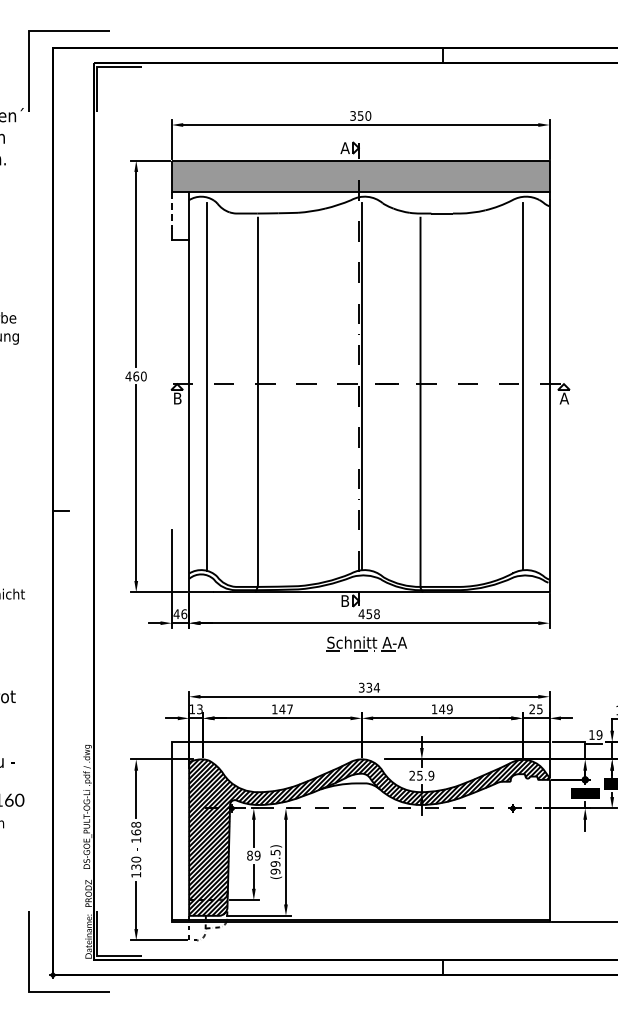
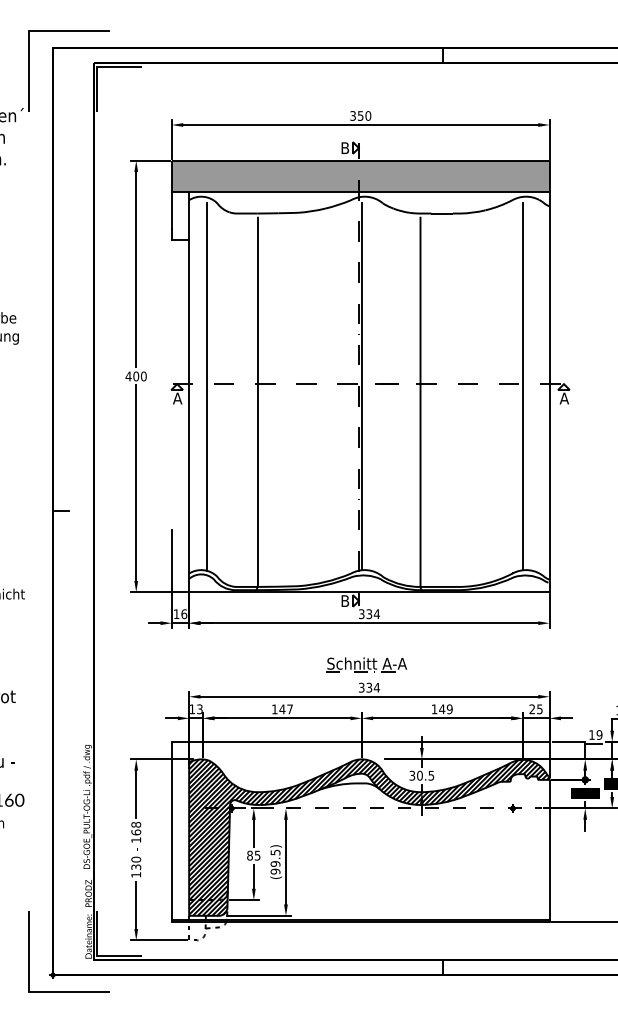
text at (344, 147): A -> B
line at (171, 211): dashed -> solid
text at (136, 376): 460 -> 400
text at (177, 398): B -> A
text at (176, 613): 46 -> 16
text at (369, 614): 458 -> 334
part at (366, 643) position: (366, 643) -> (366, 664)
text at (421, 775): 25.9 -> 30.5
text at (257, 855): 89 -> 85
